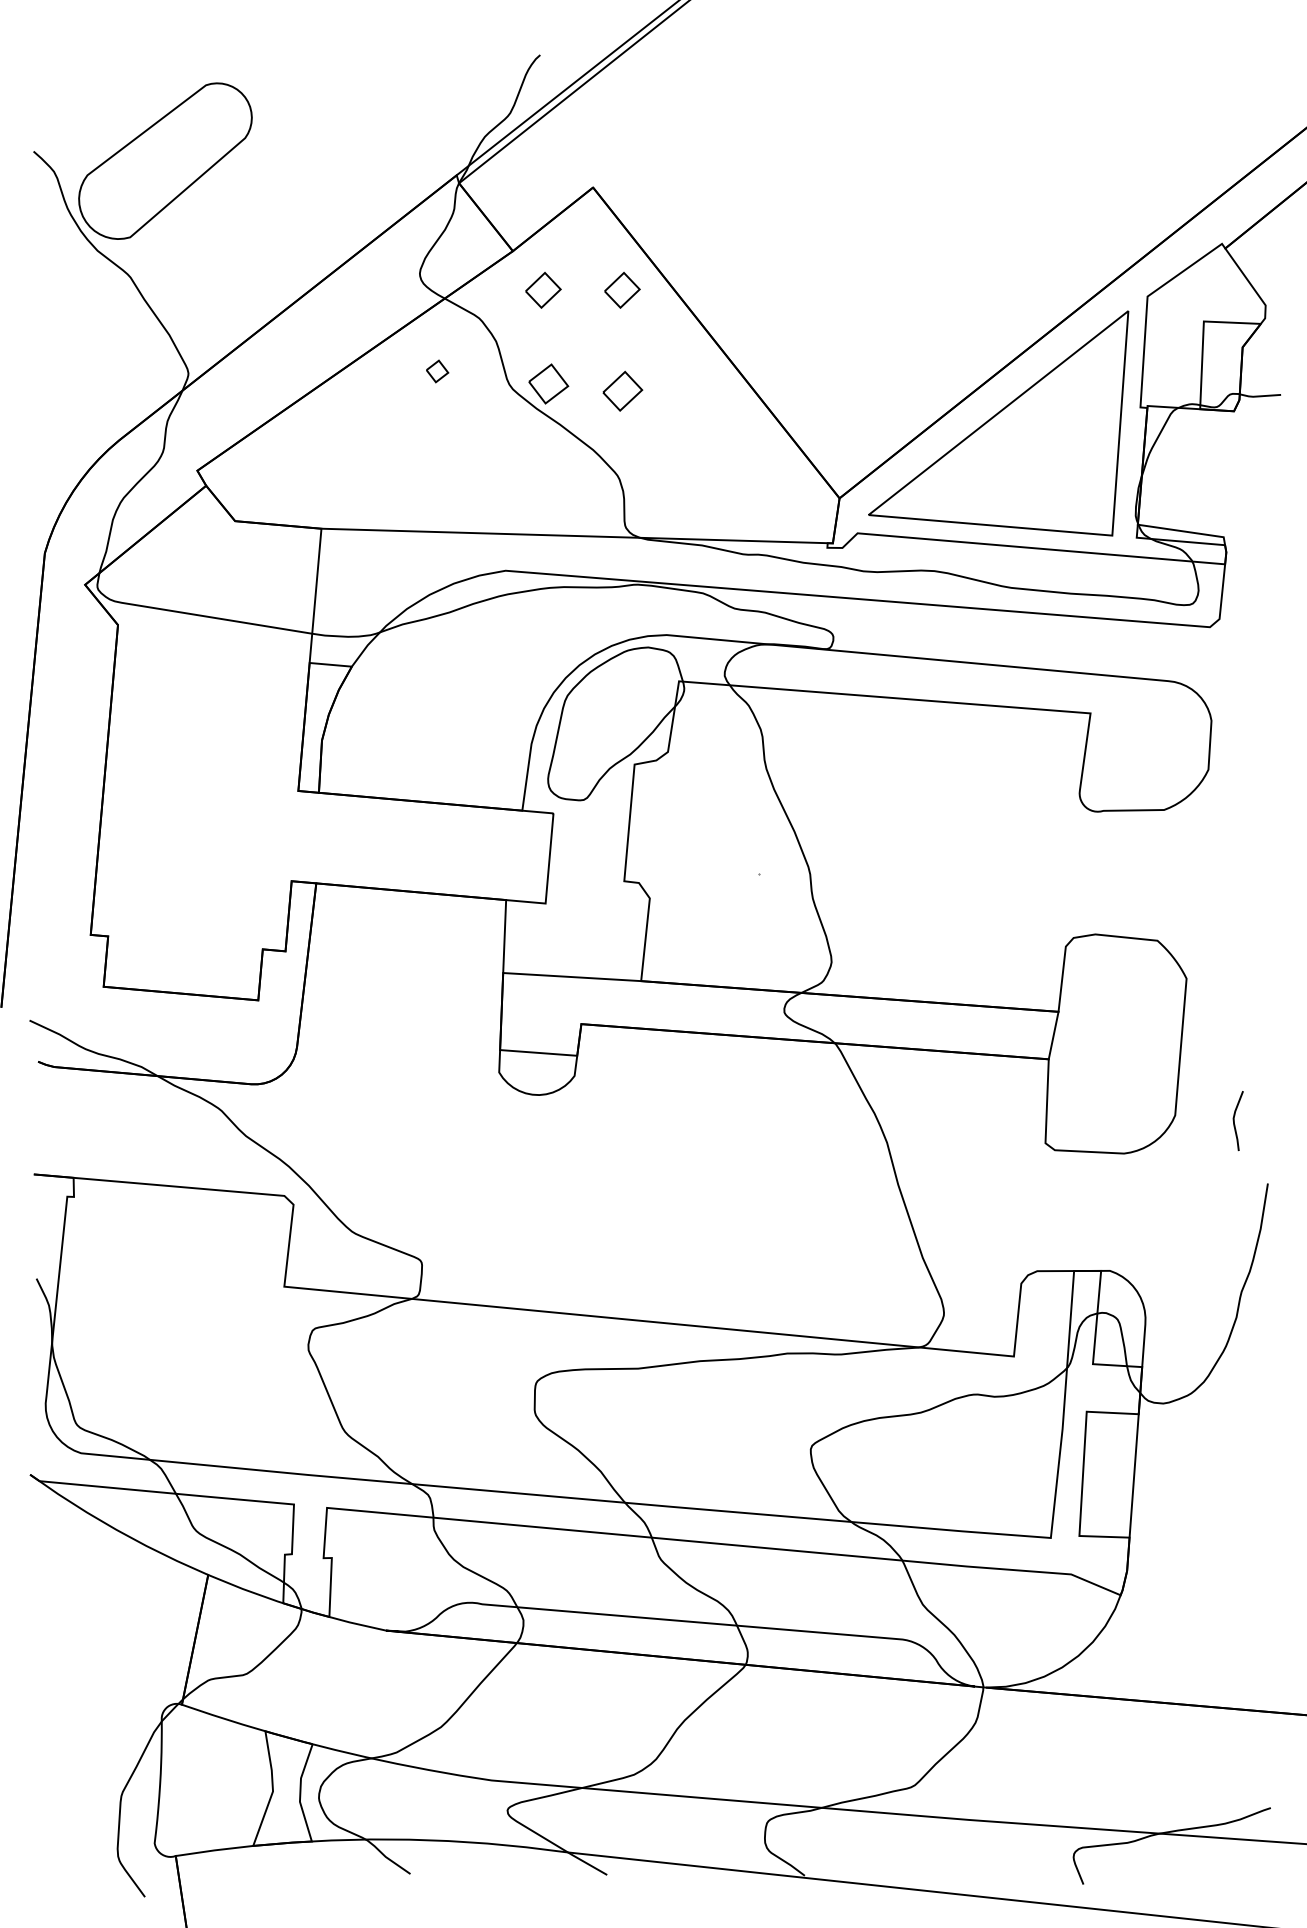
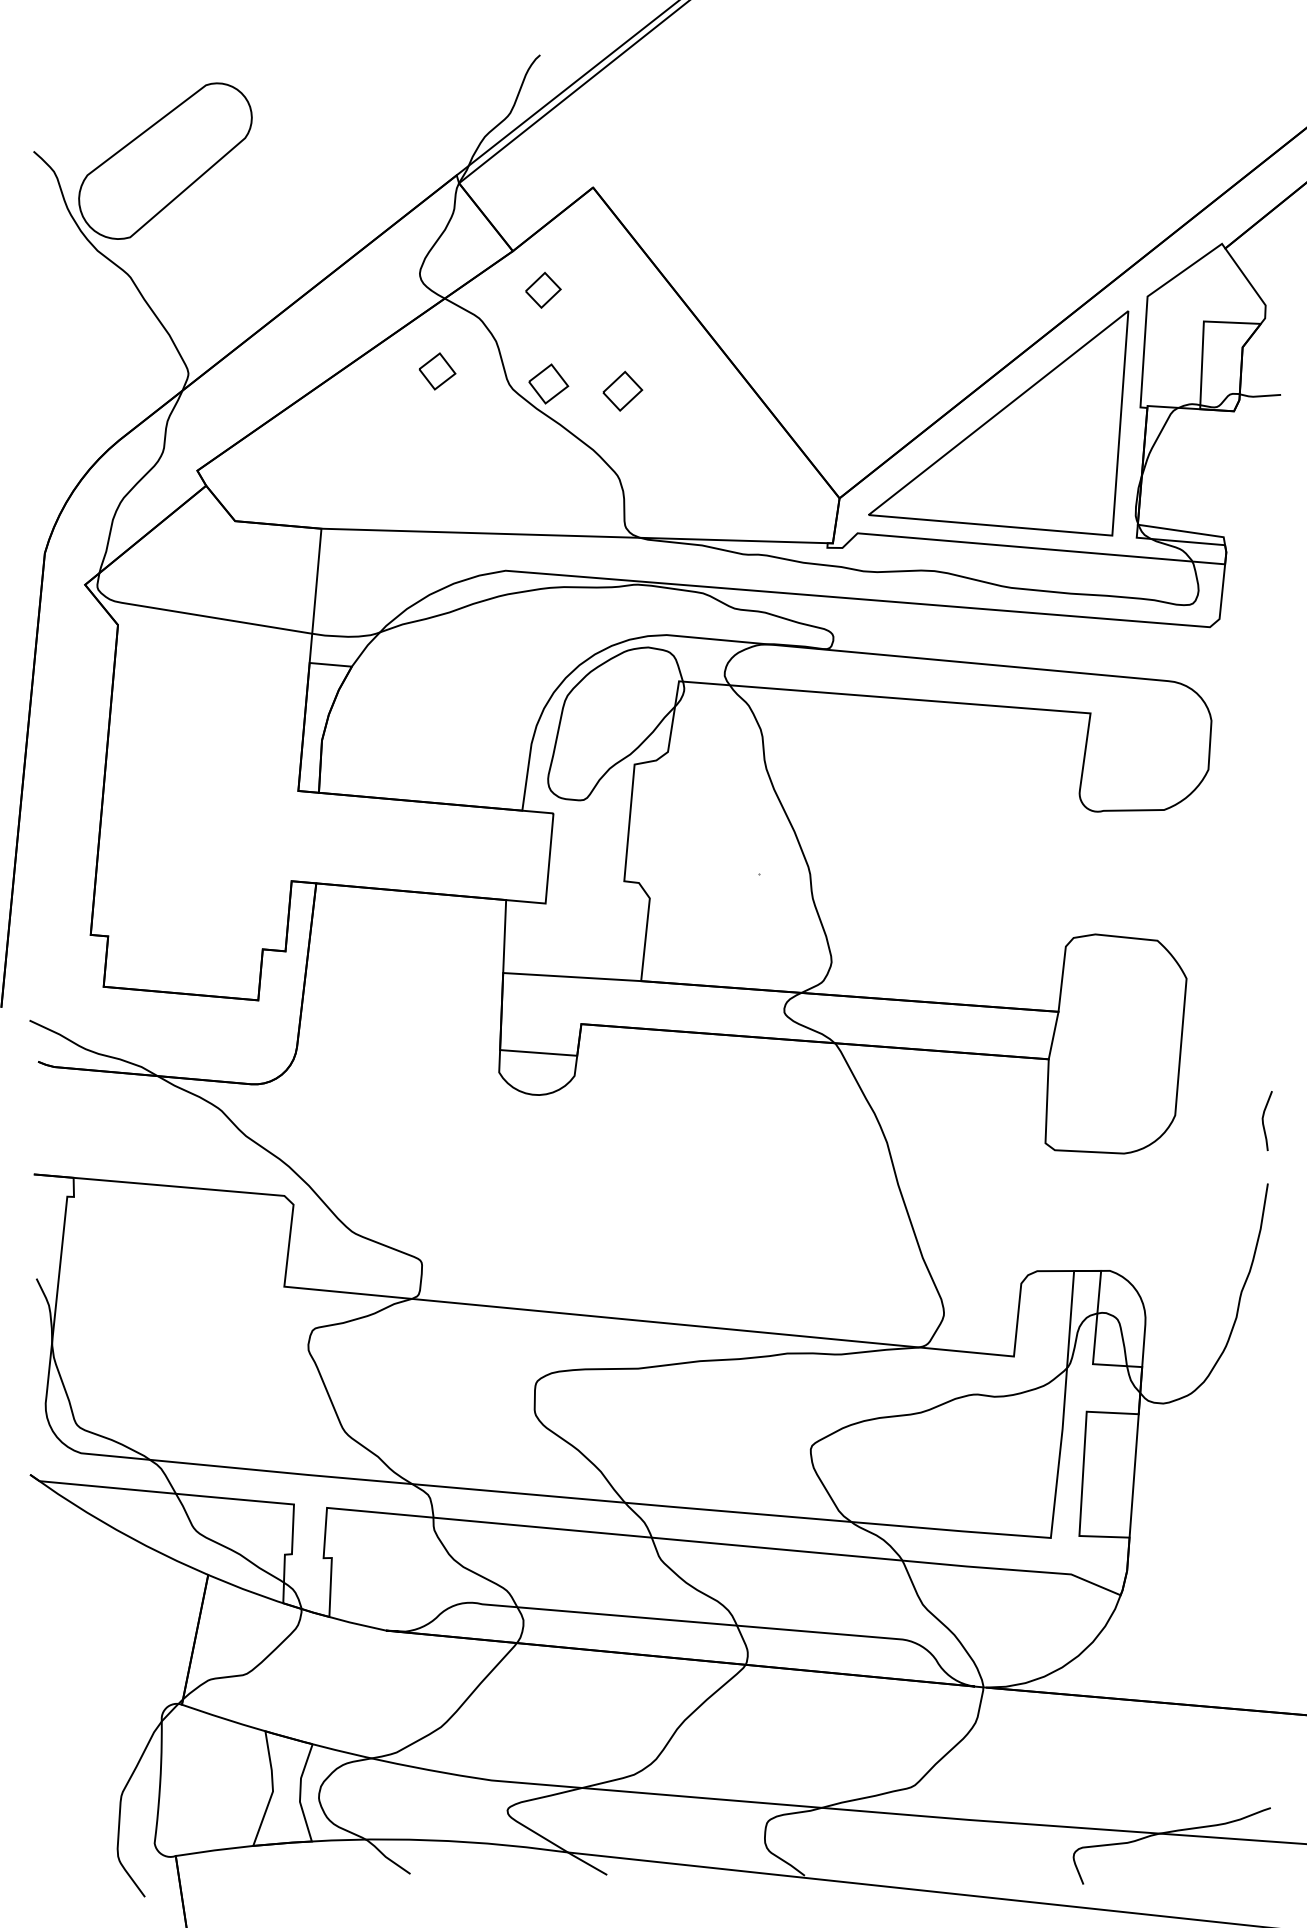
part at (622, 290): present -> none
part at (437, 371) size: 24x25 px -> 39x39 px
curve at (1234, 1121) position: (1234, 1121) -> (1263, 1121)
